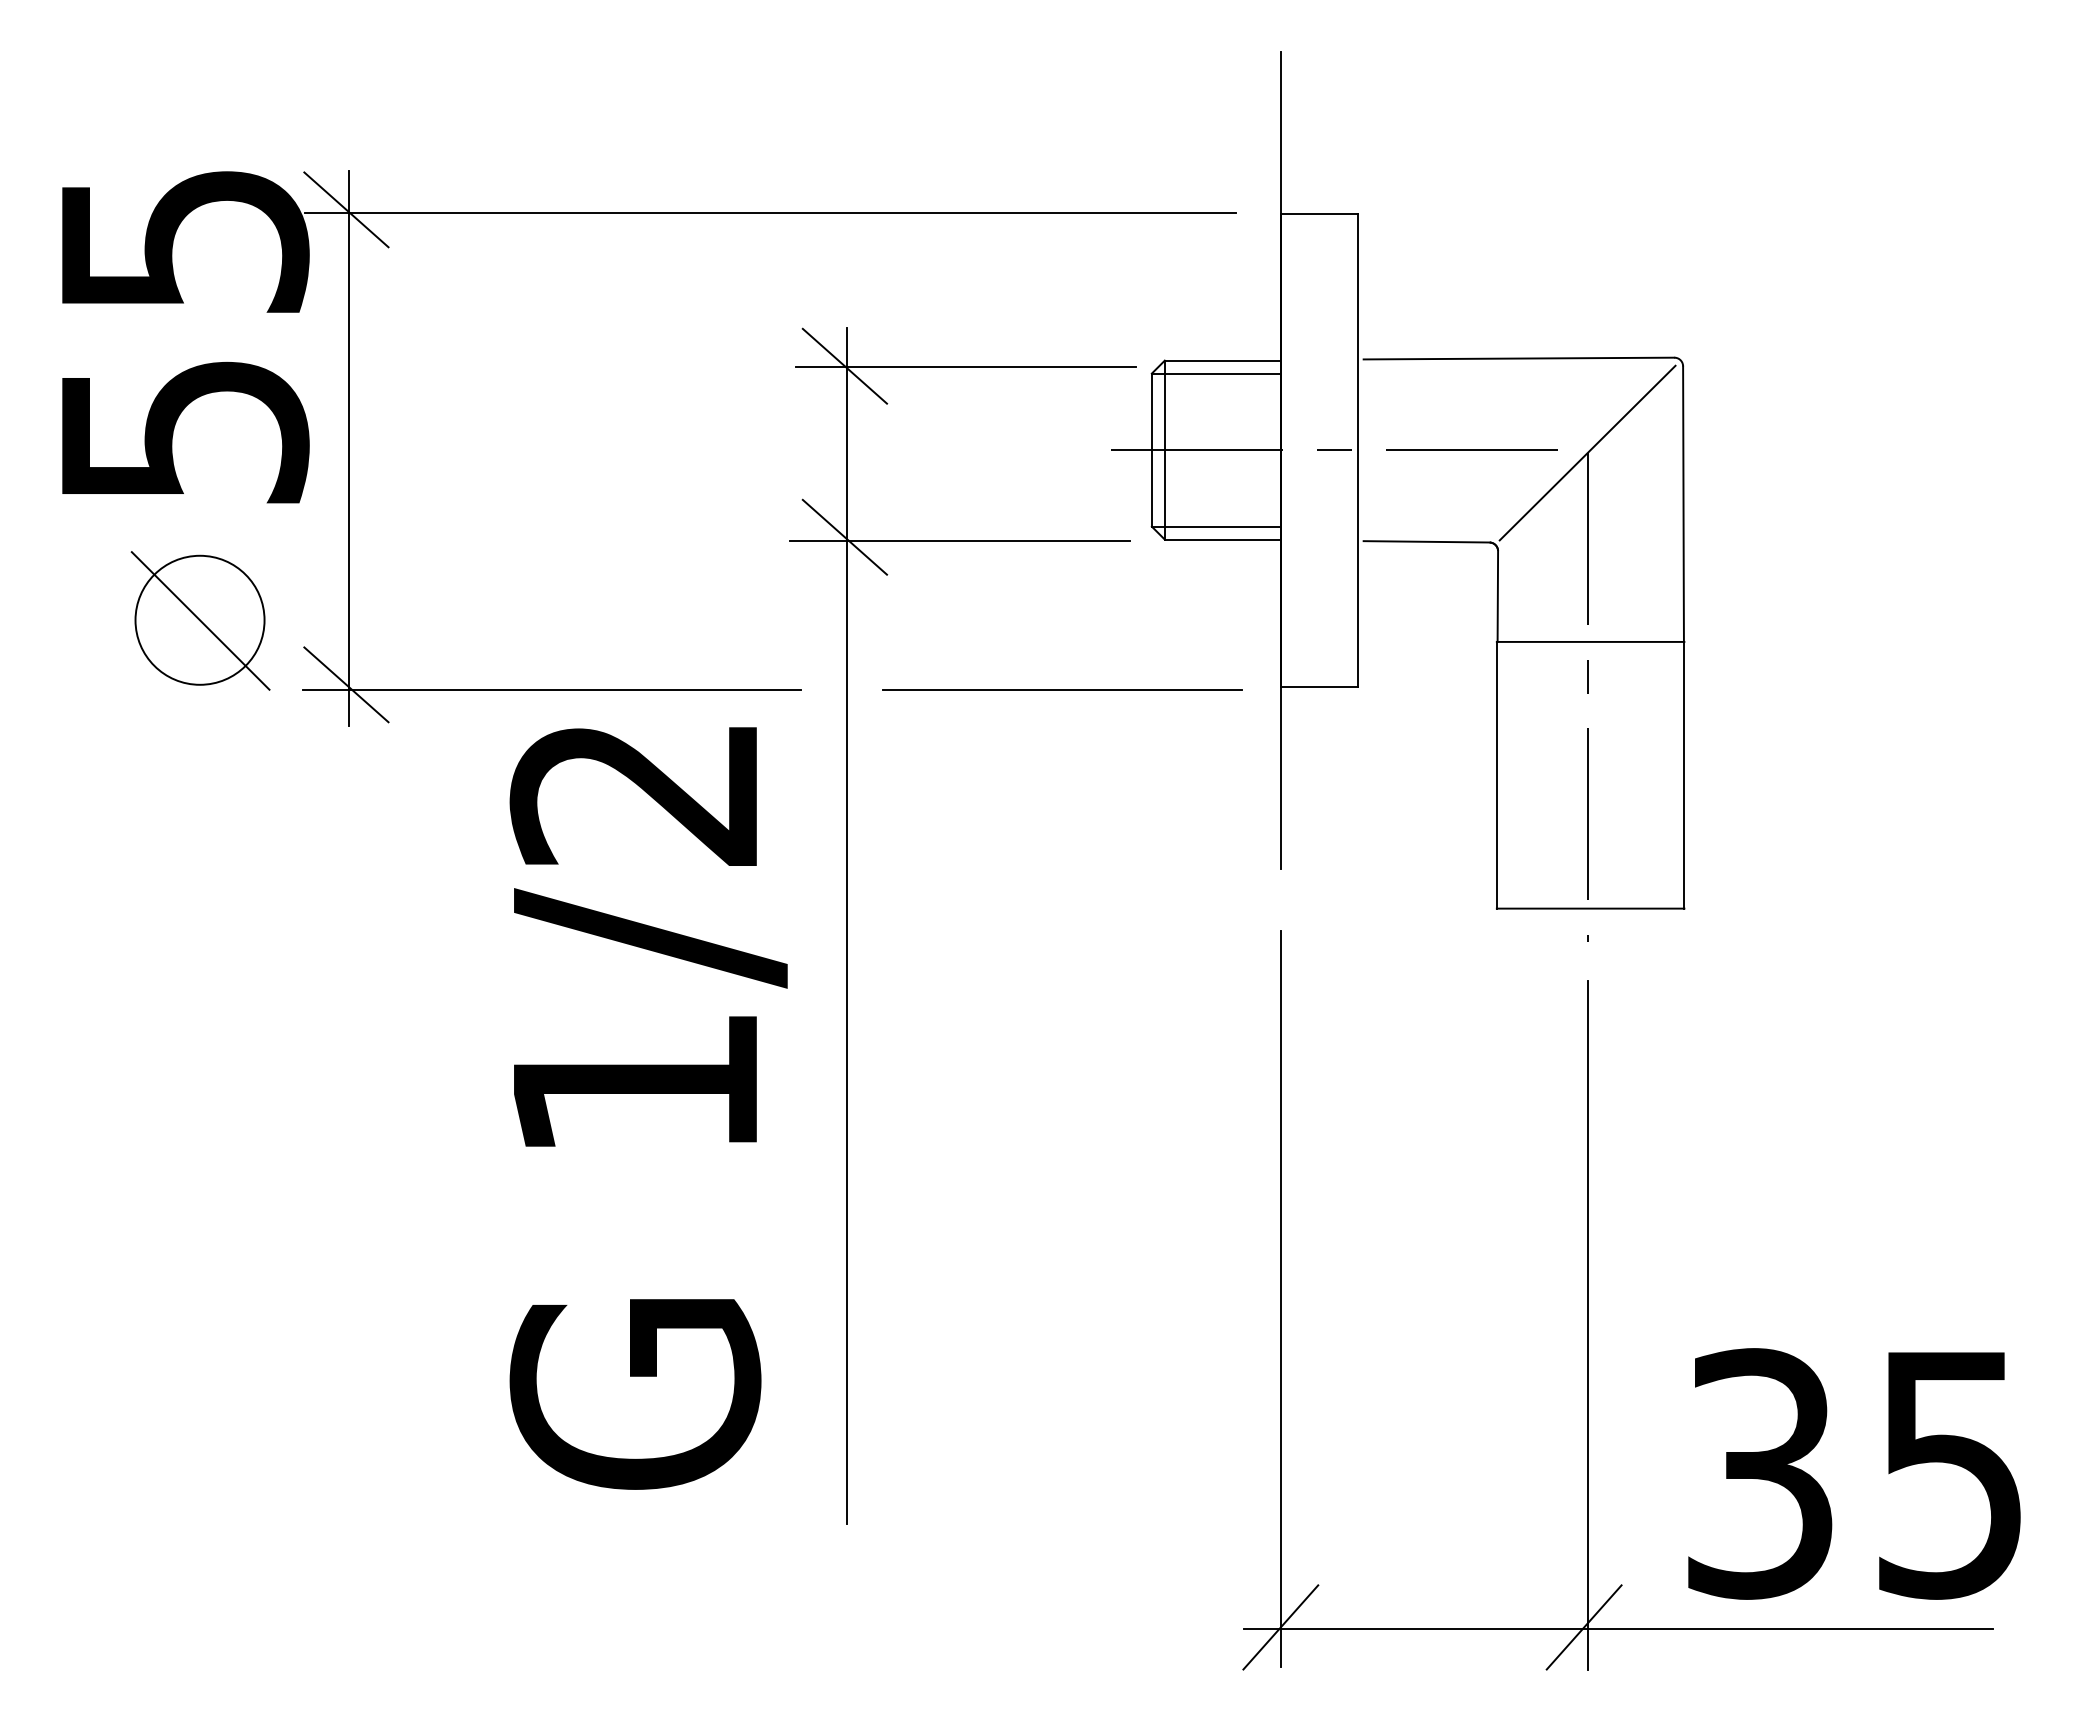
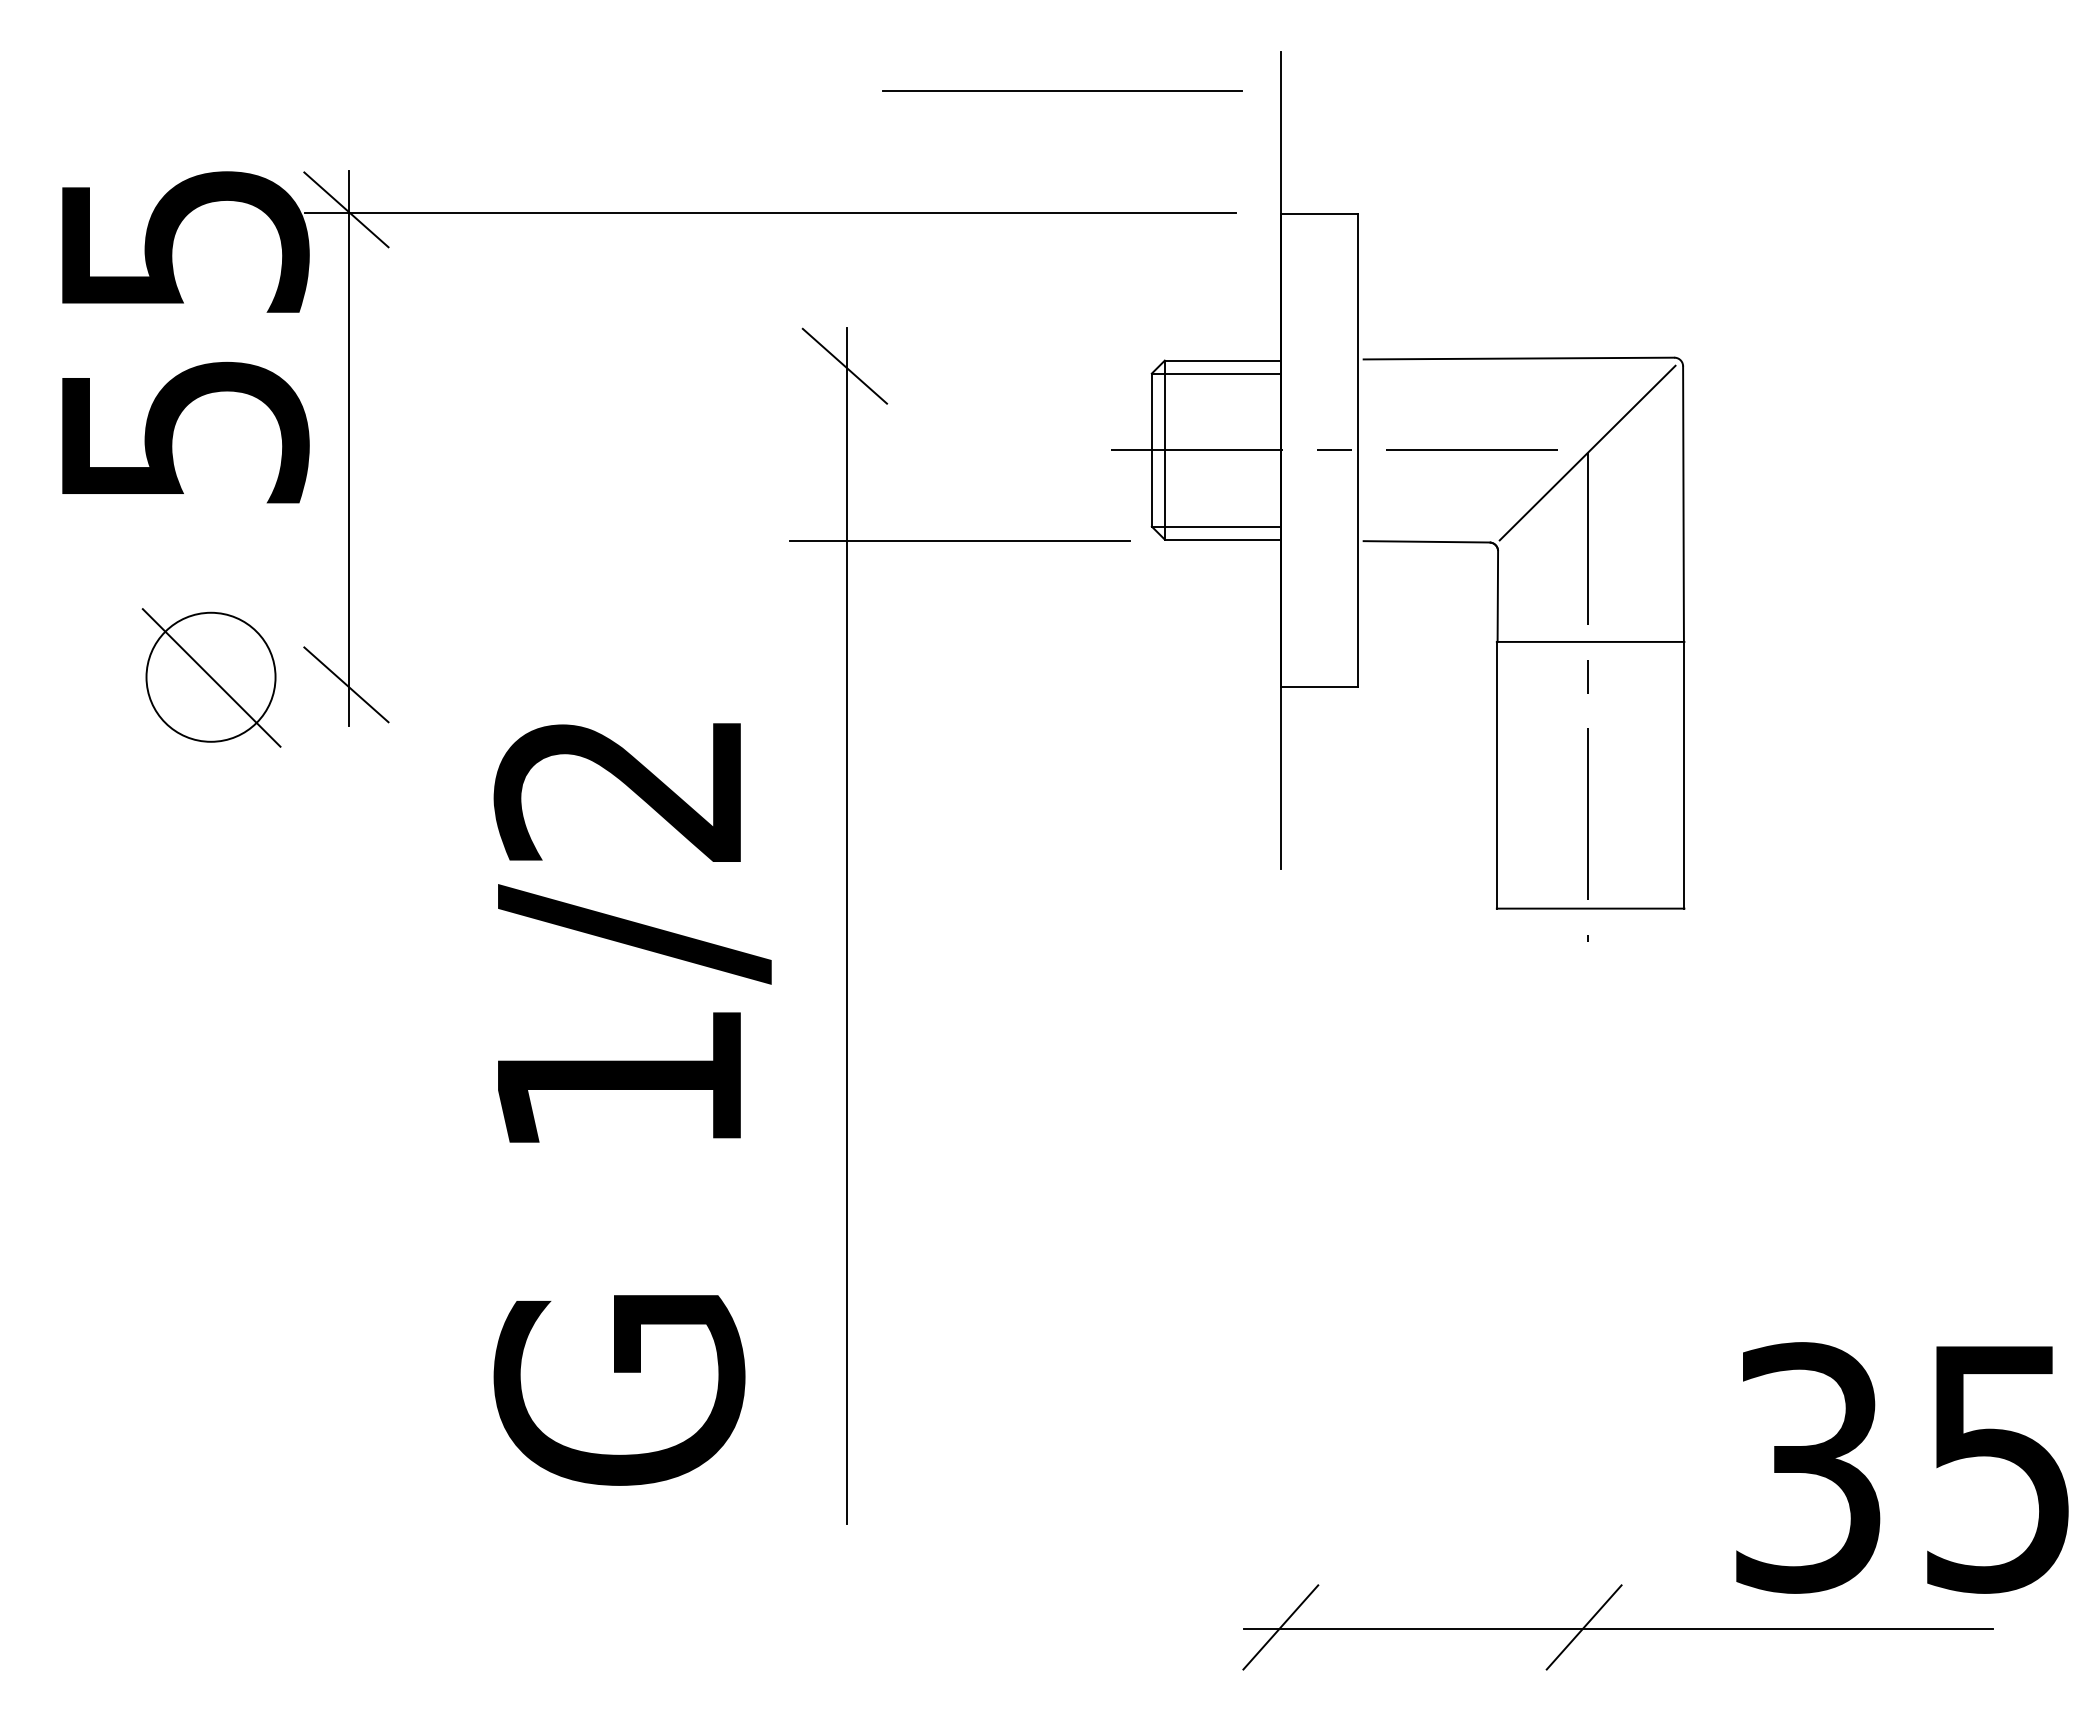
line at (966, 367): present -> none
line at (844, 536): present -> none
part at (200, 620) position: (200, 620) -> (211, 677)
line at (1062, 689) position: (1062, 689) -> (1062, 90)
line at (551, 690): present -> none
text at (648, 1108) position: (648, 1108) -> (632, 1104)
line at (1281, 1298): present -> none
line at (1587, 1325): present -> none
text at (1854, 1473) position: (1854, 1473) -> (1902, 1467)
